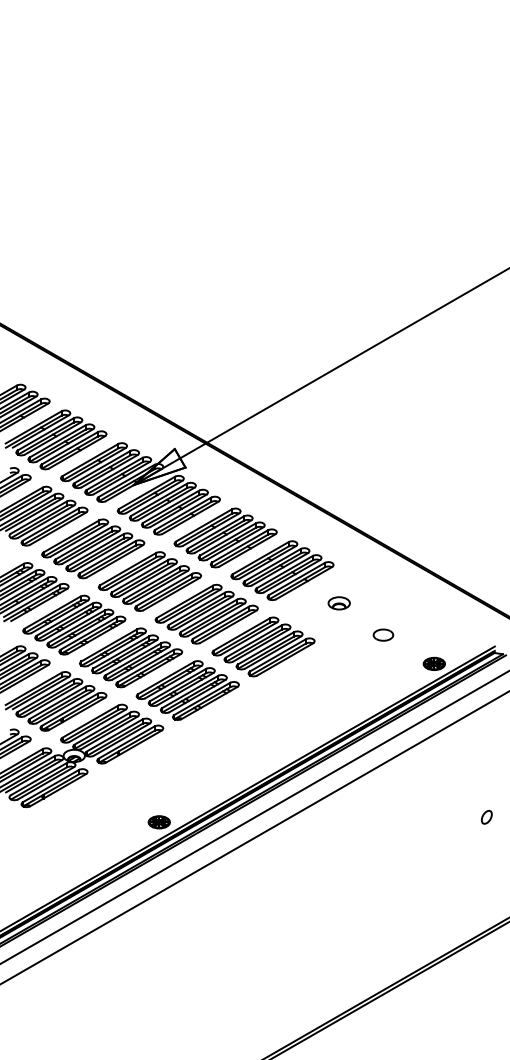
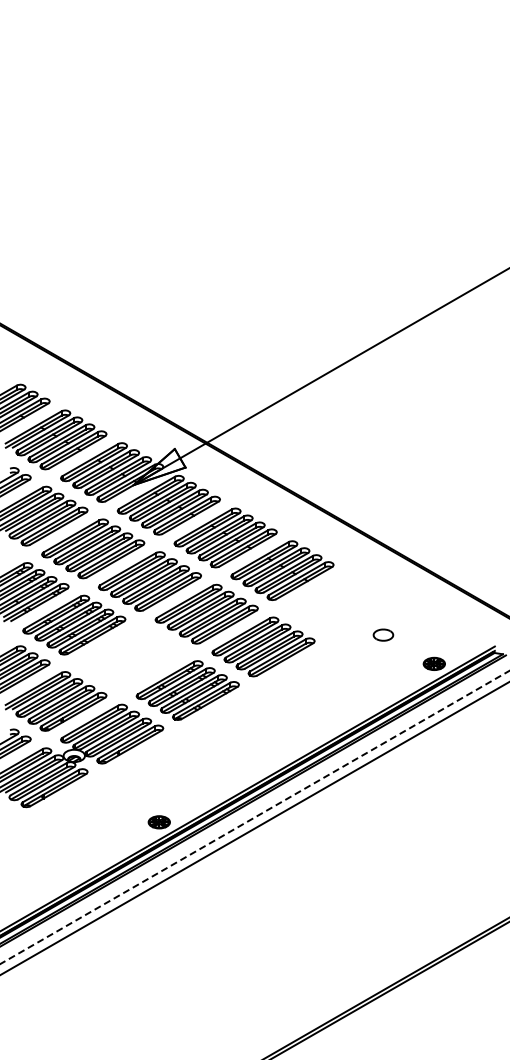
part at (338, 603): present -> none
part at (131, 657): present -> none
part at (486, 816): present -> none
line at (255, 817): solid -> dashed
line at (254, 837) position: (254, 837) -> (254, 828)
